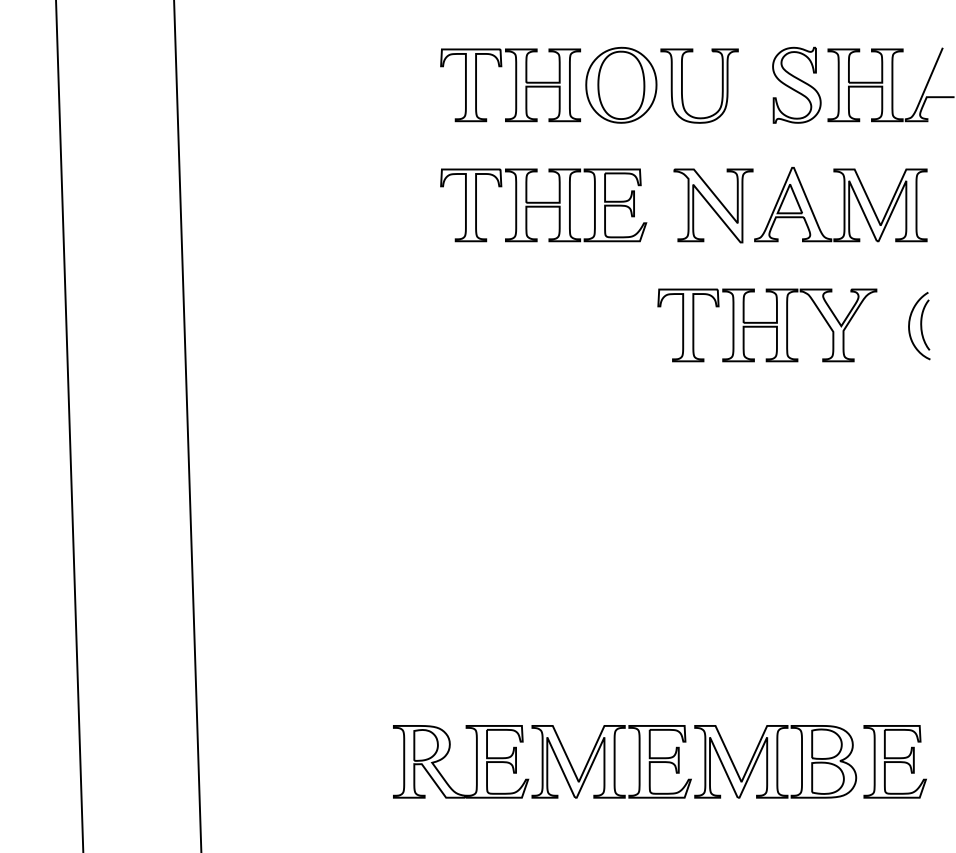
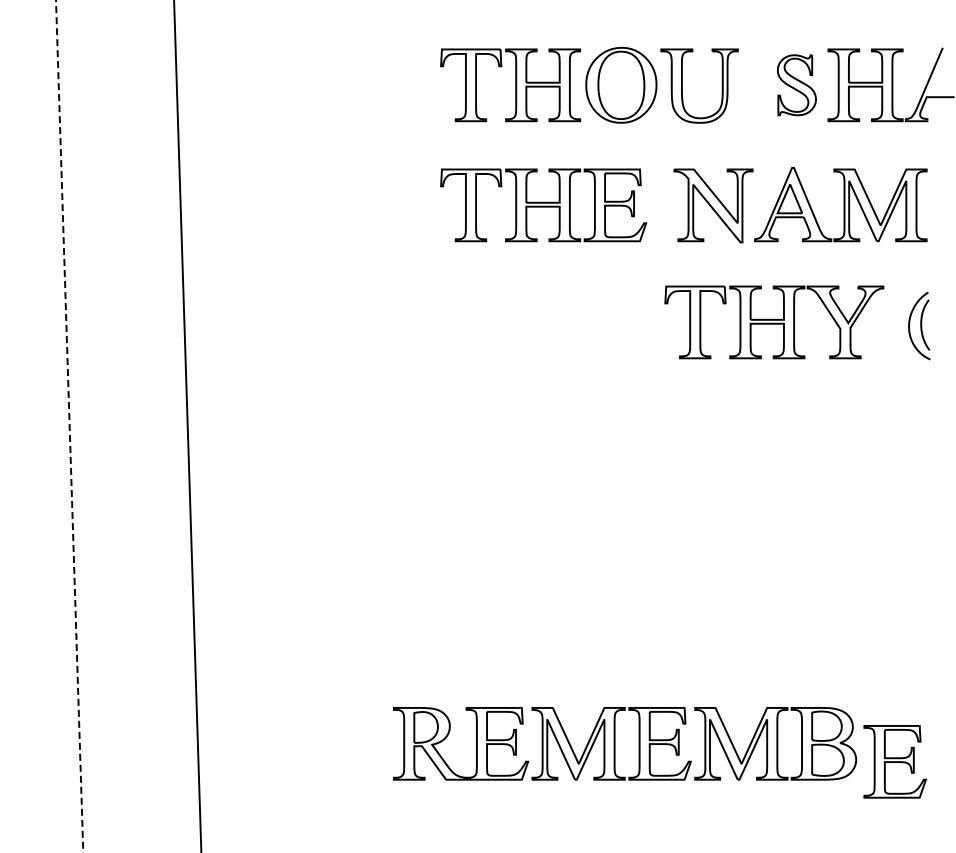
part at (796, 84) size: 50x78 px -> 40x63 px
part at (767, 325) position: (767, 325) -> (774, 322)
line at (69, 426): solid -> dashed
part at (615, 761) position: (615, 761) -> (615, 743)
